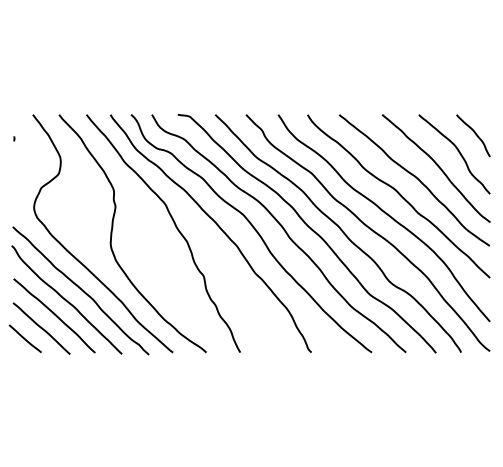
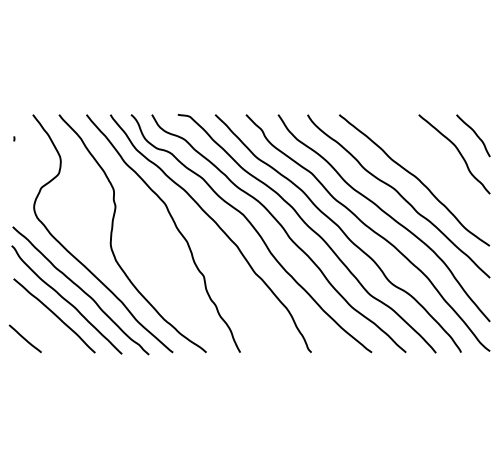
curve at (437, 166): present -> none
line at (41, 328): present -> none
